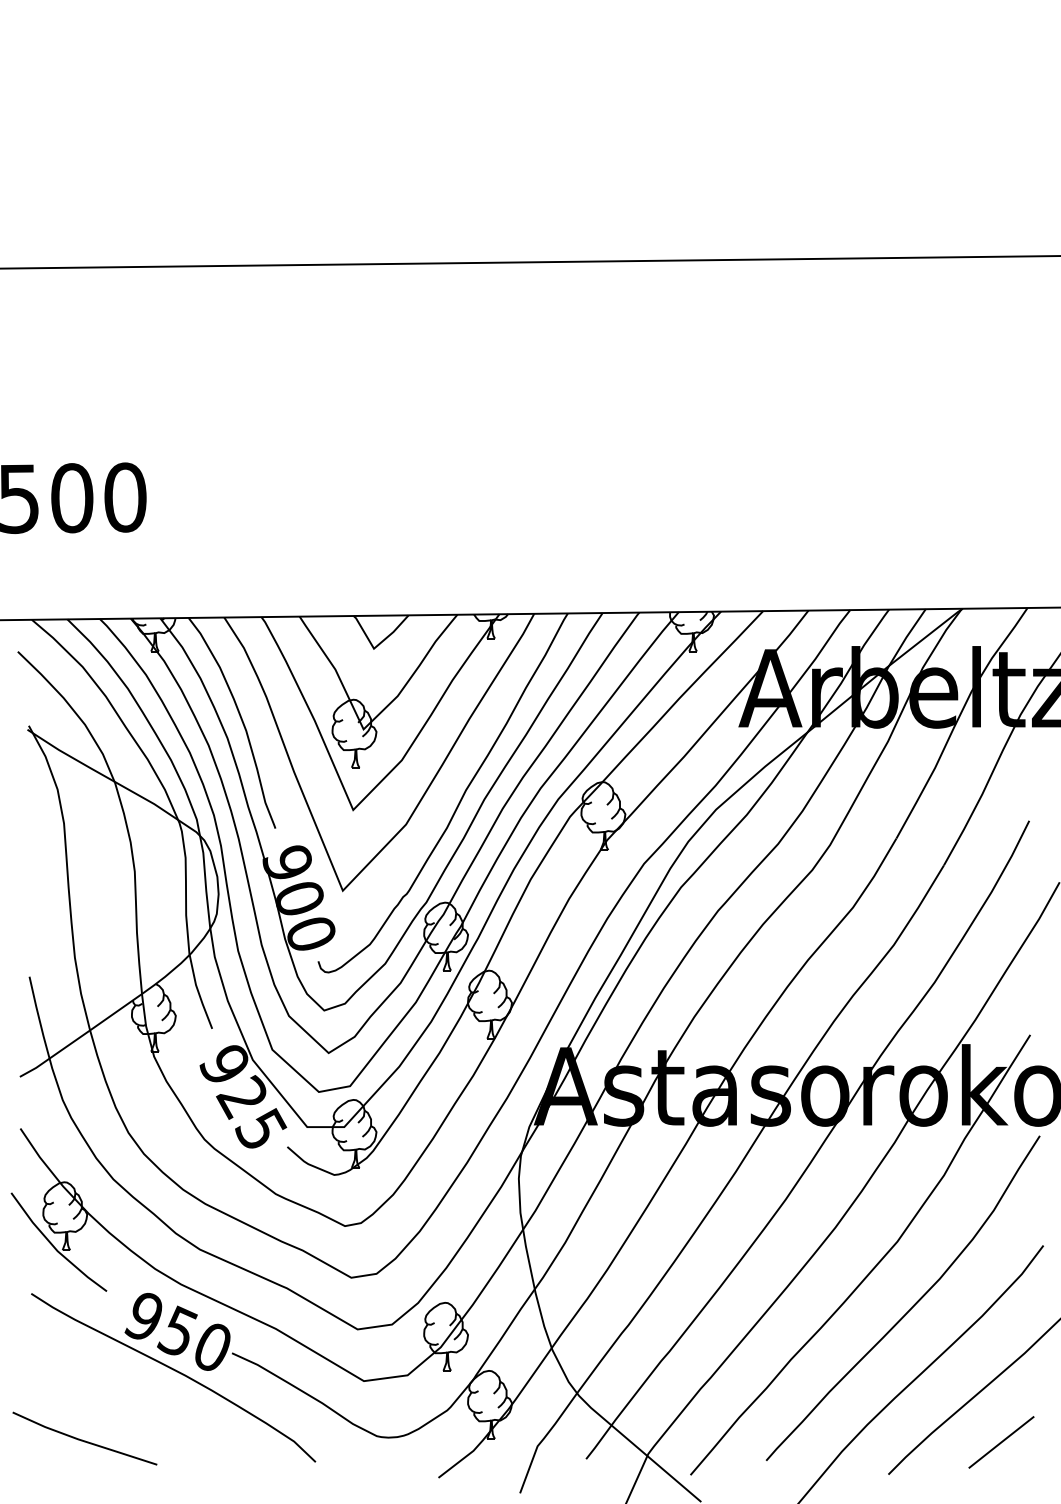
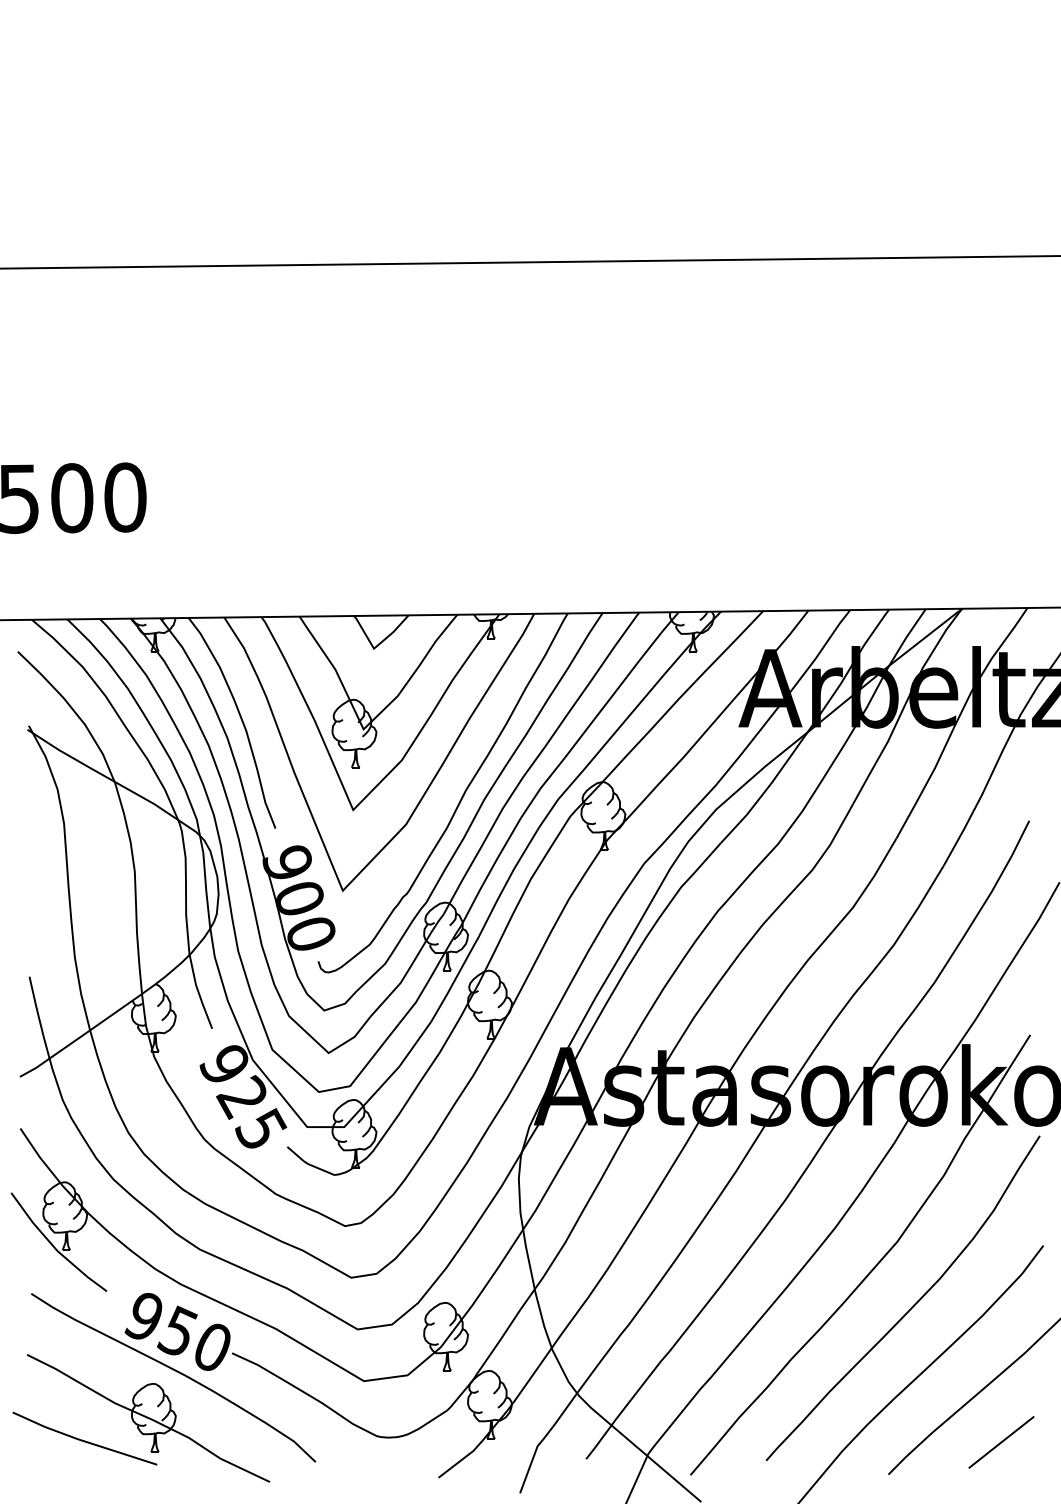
part at (148, 1418): none -> present
